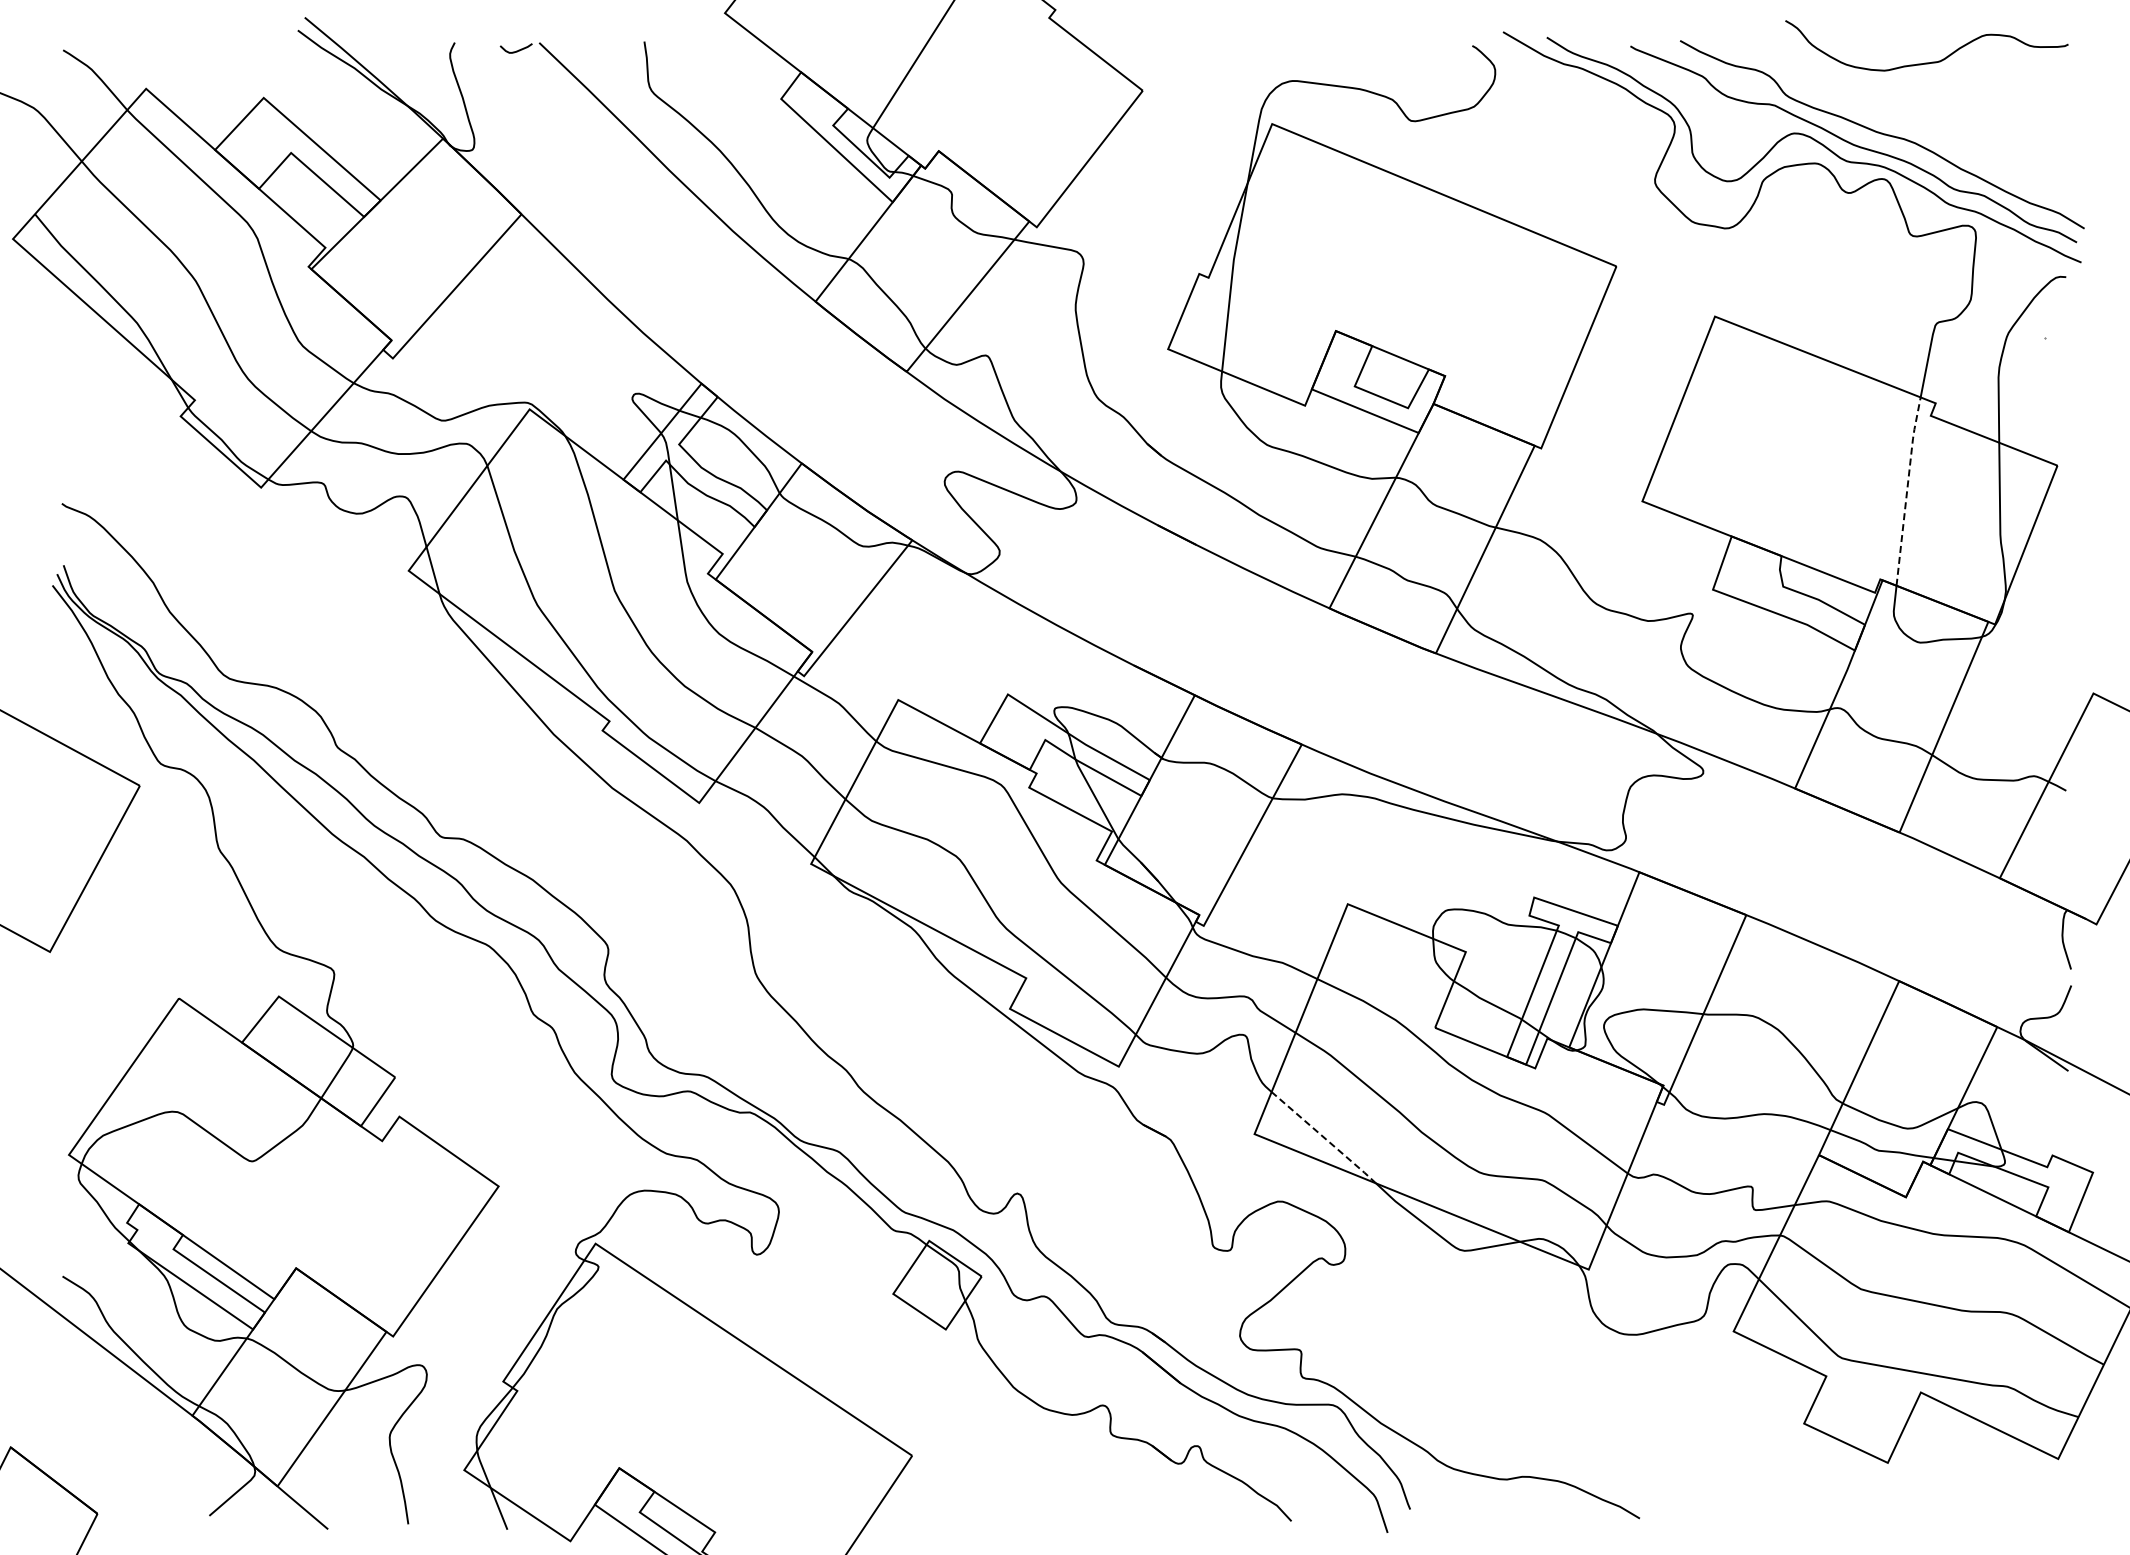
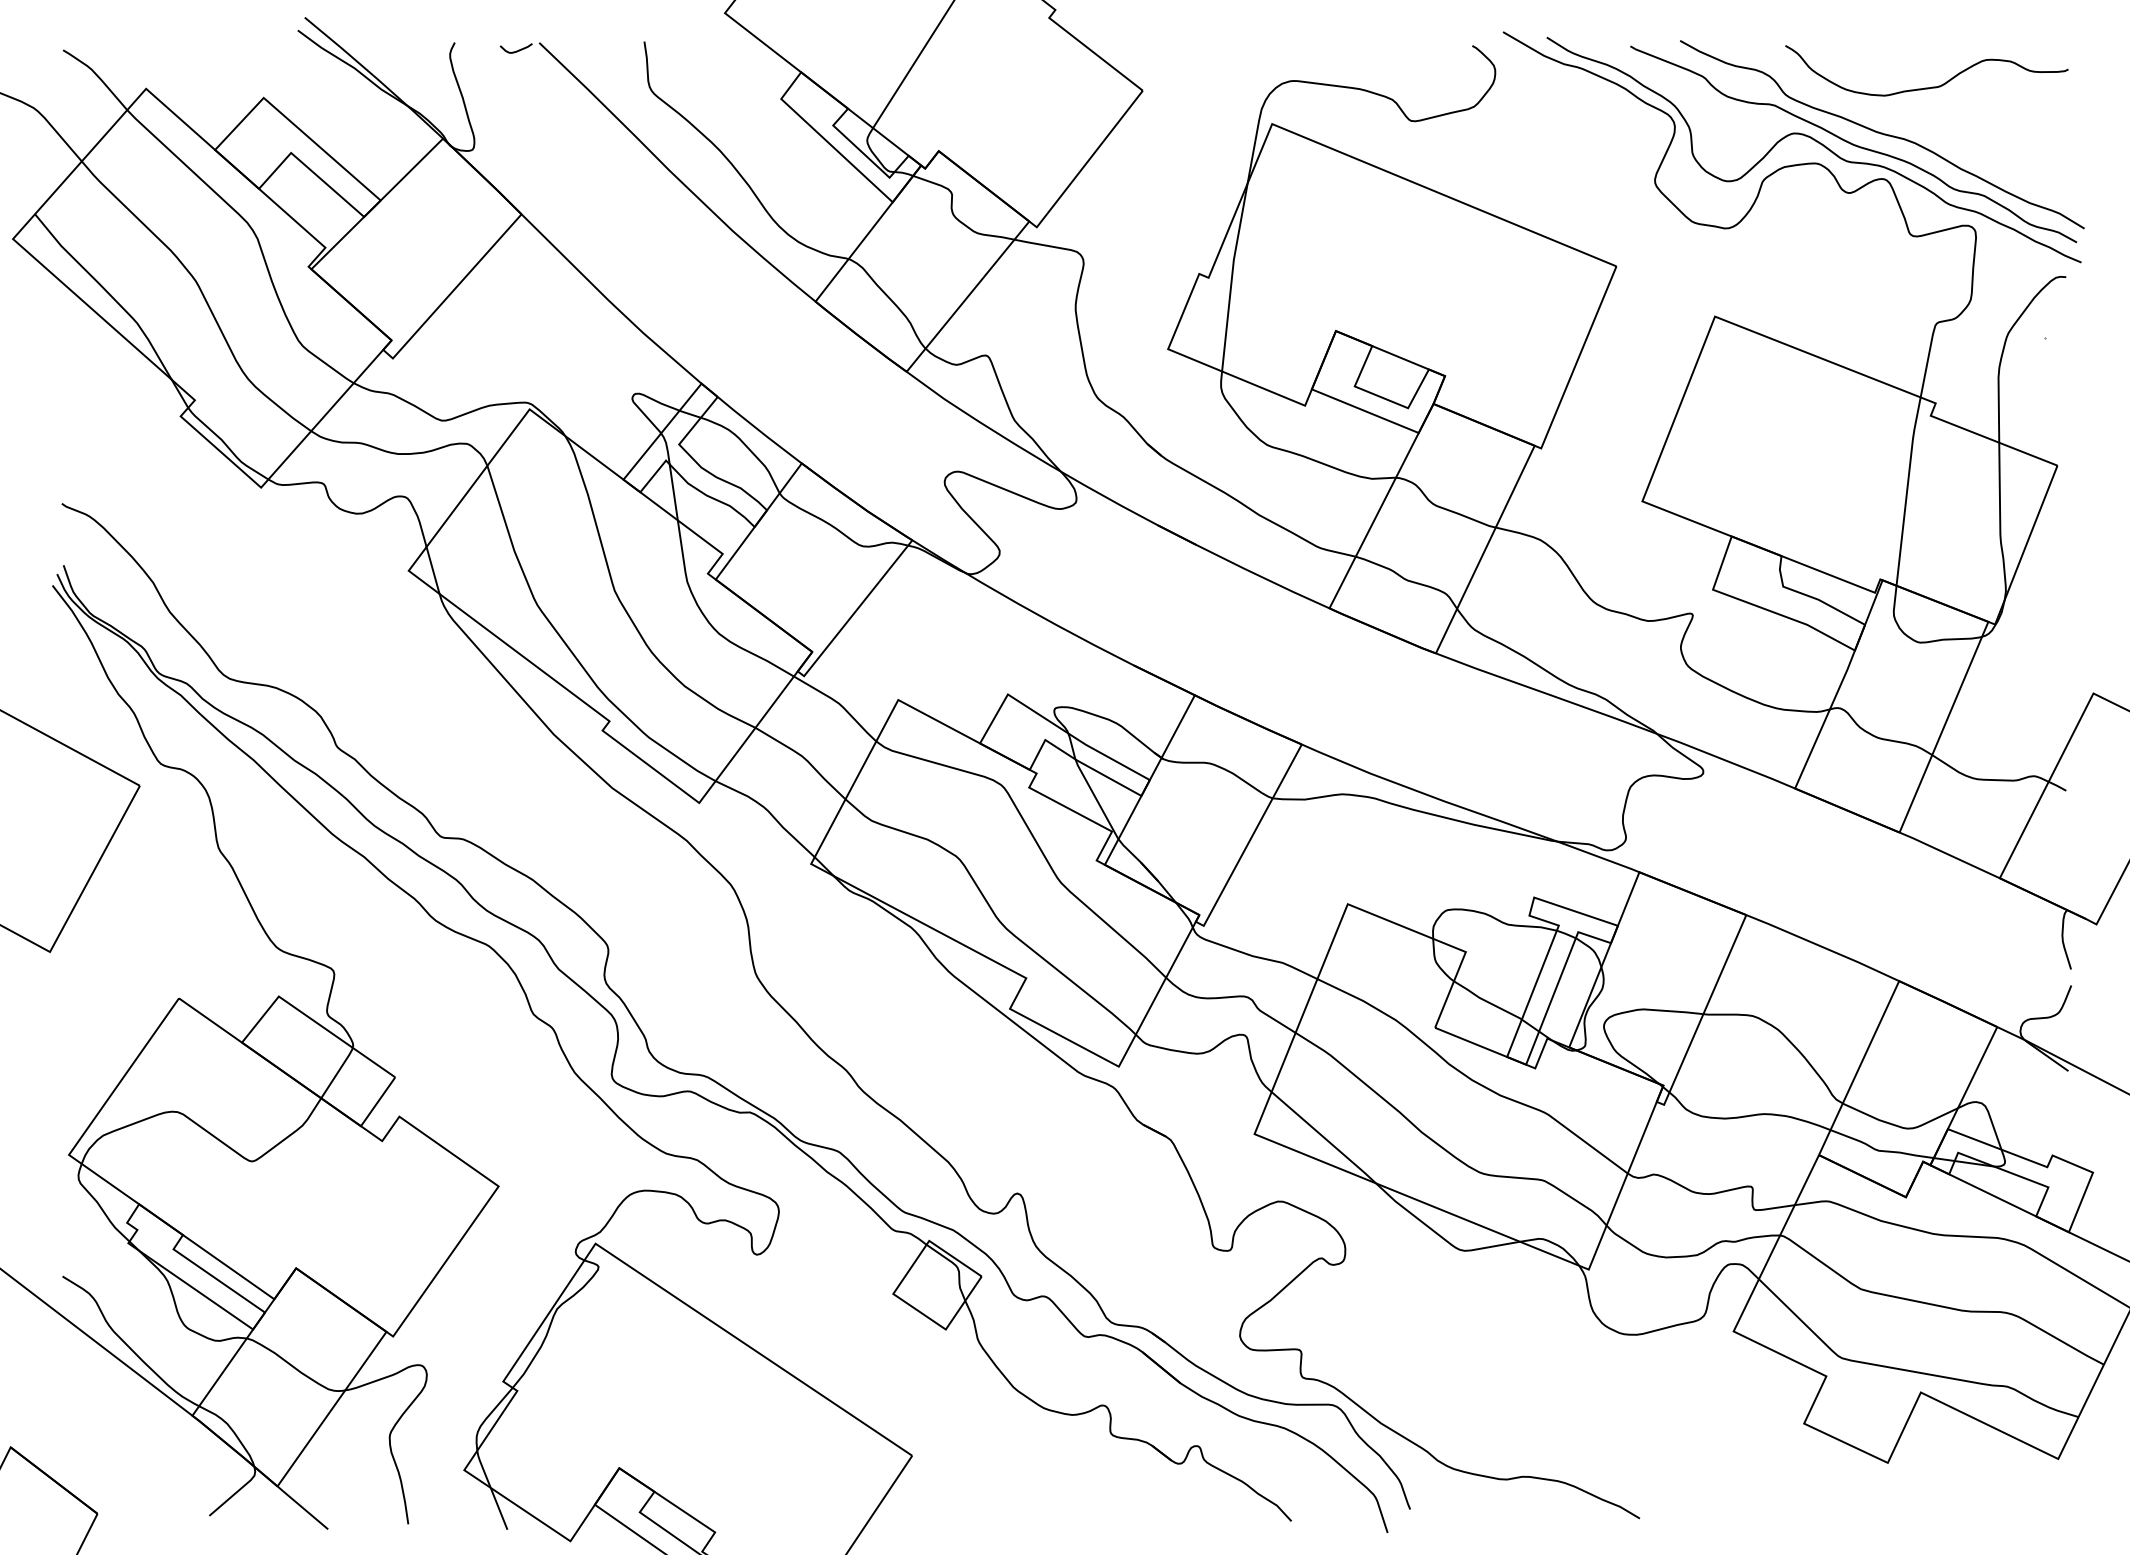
curve at (1926, 62) position: (1926, 62) -> (1926, 87)
line at (1907, 489): dashed -> solid
line at (1324, 1137): dashed -> solid
